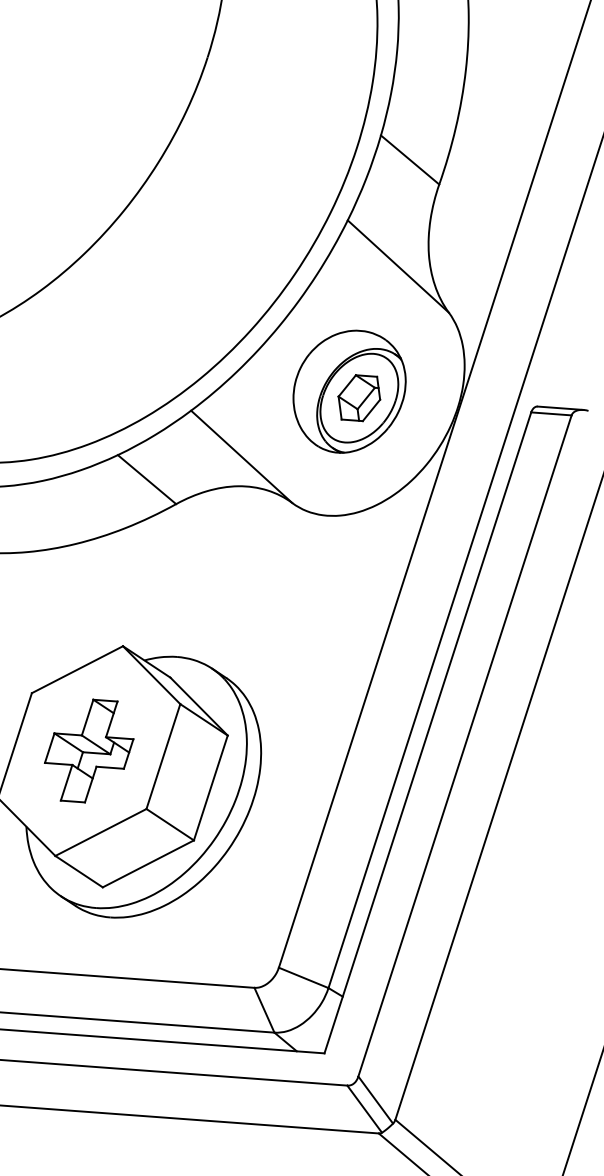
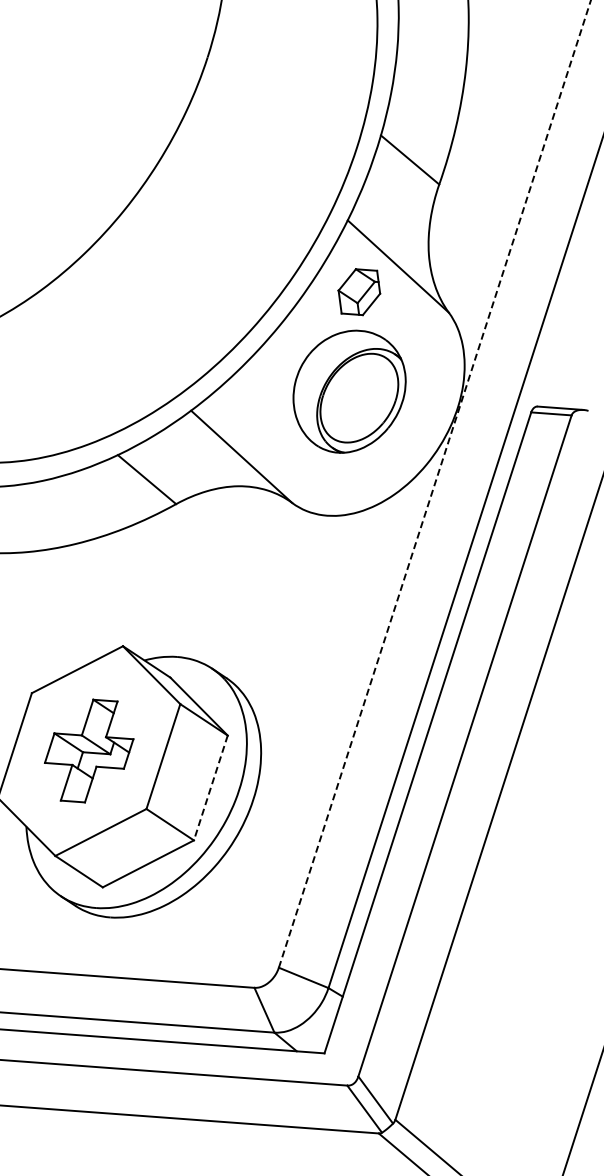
part at (359, 398) position: (359, 398) -> (359, 292)
line at (435, 483): solid -> dashed
line at (210, 788): solid -> dashed
